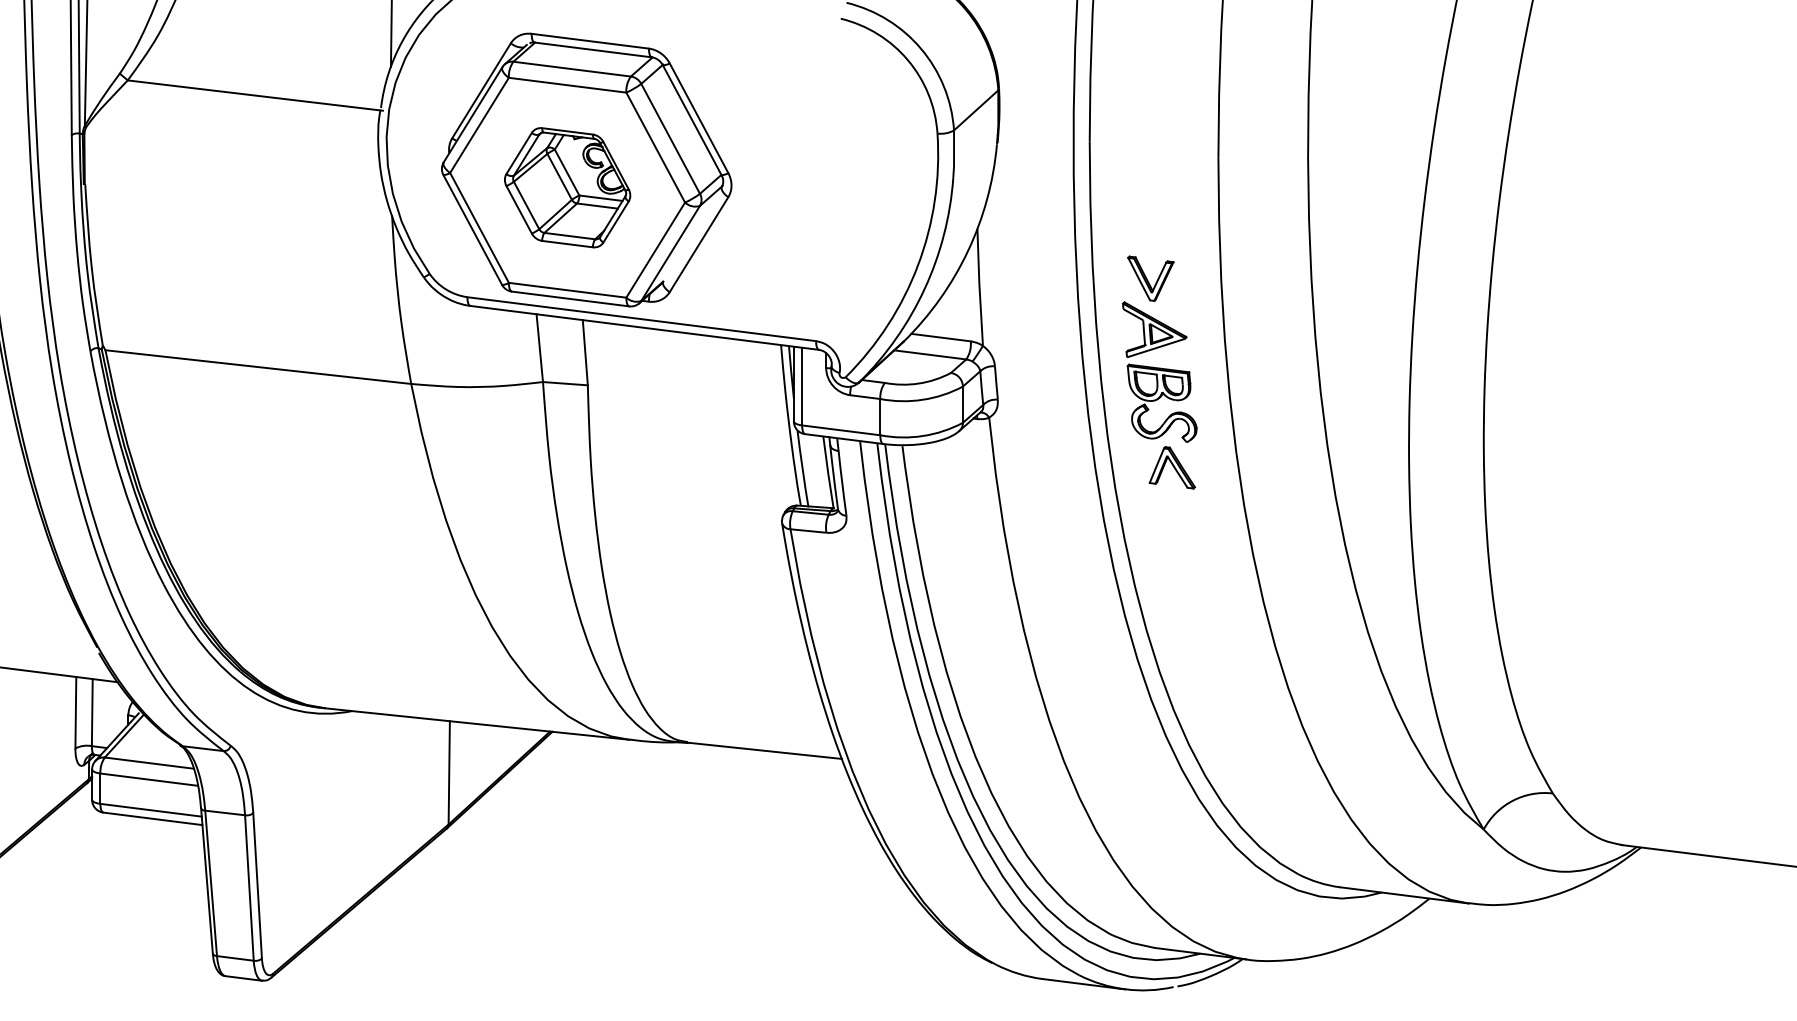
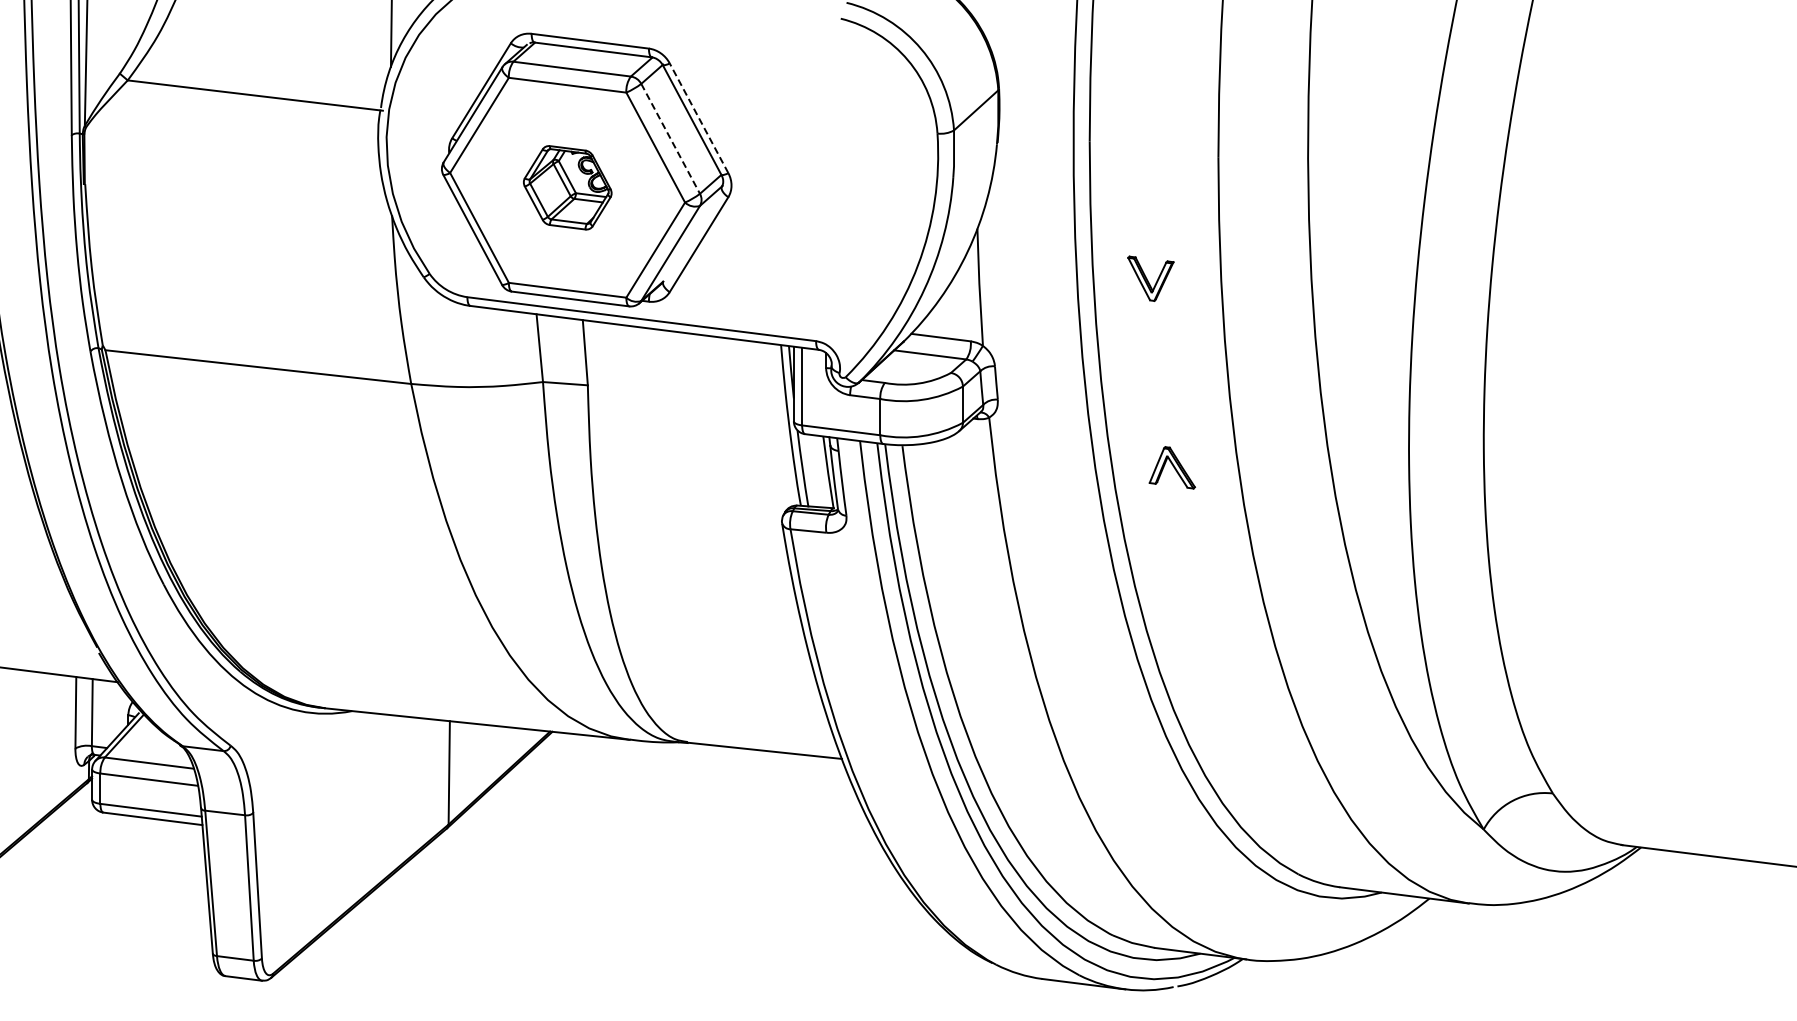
line at (698, 117): solid -> dashed
line at (670, 139): solid -> dashed
part at (567, 187) size: 128x122 px -> 90x86 px
part at (1159, 371): present -> none
